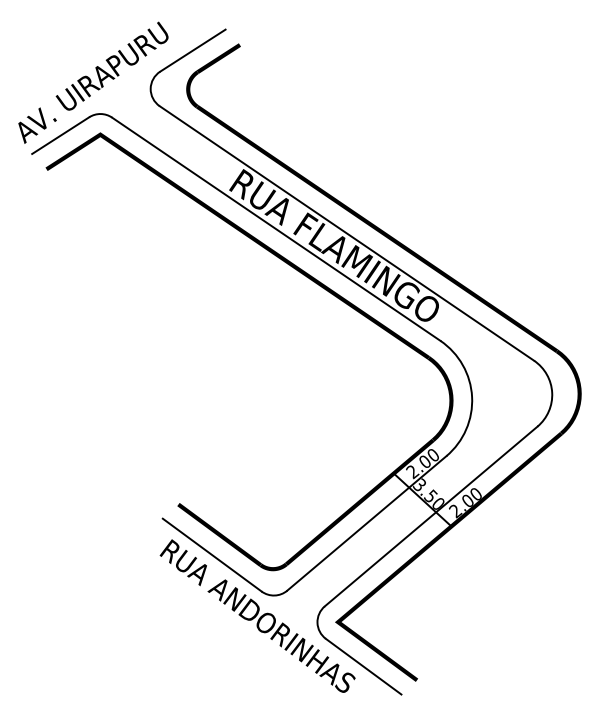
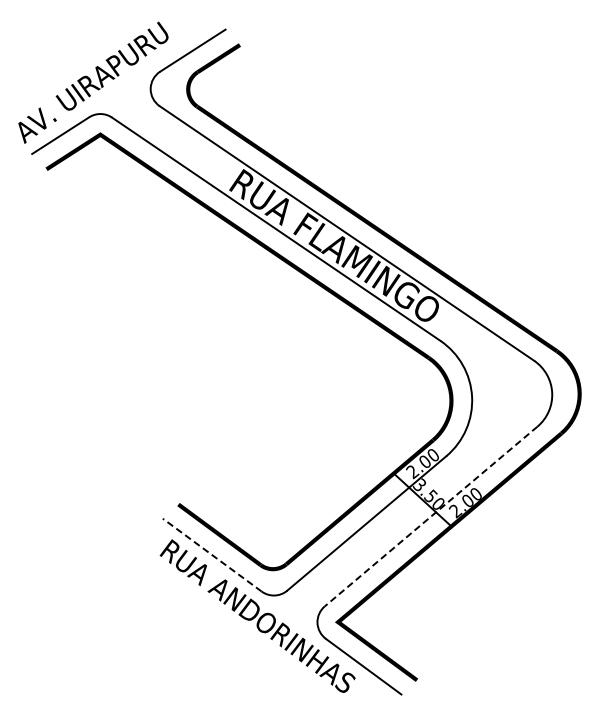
line at (430, 516): solid -> dashed
line at (211, 554): solid -> dashed
